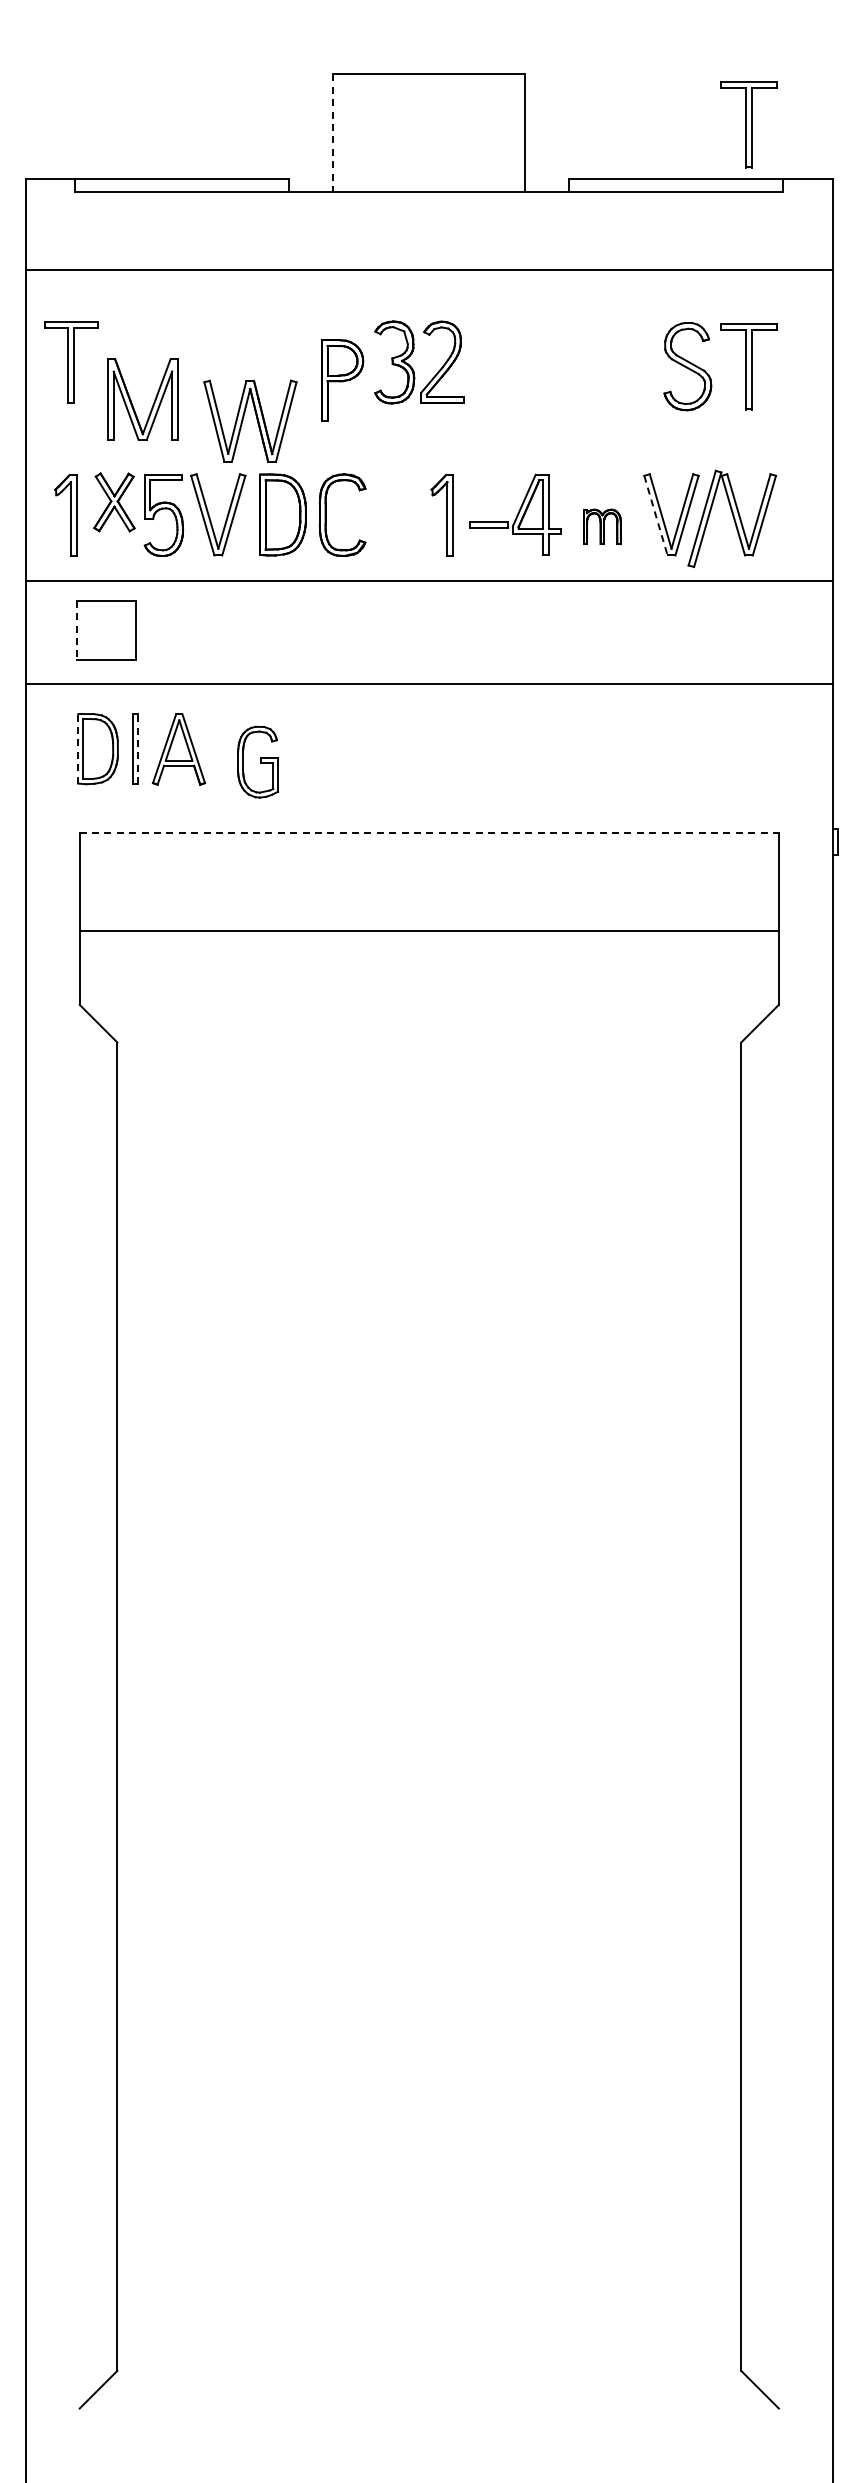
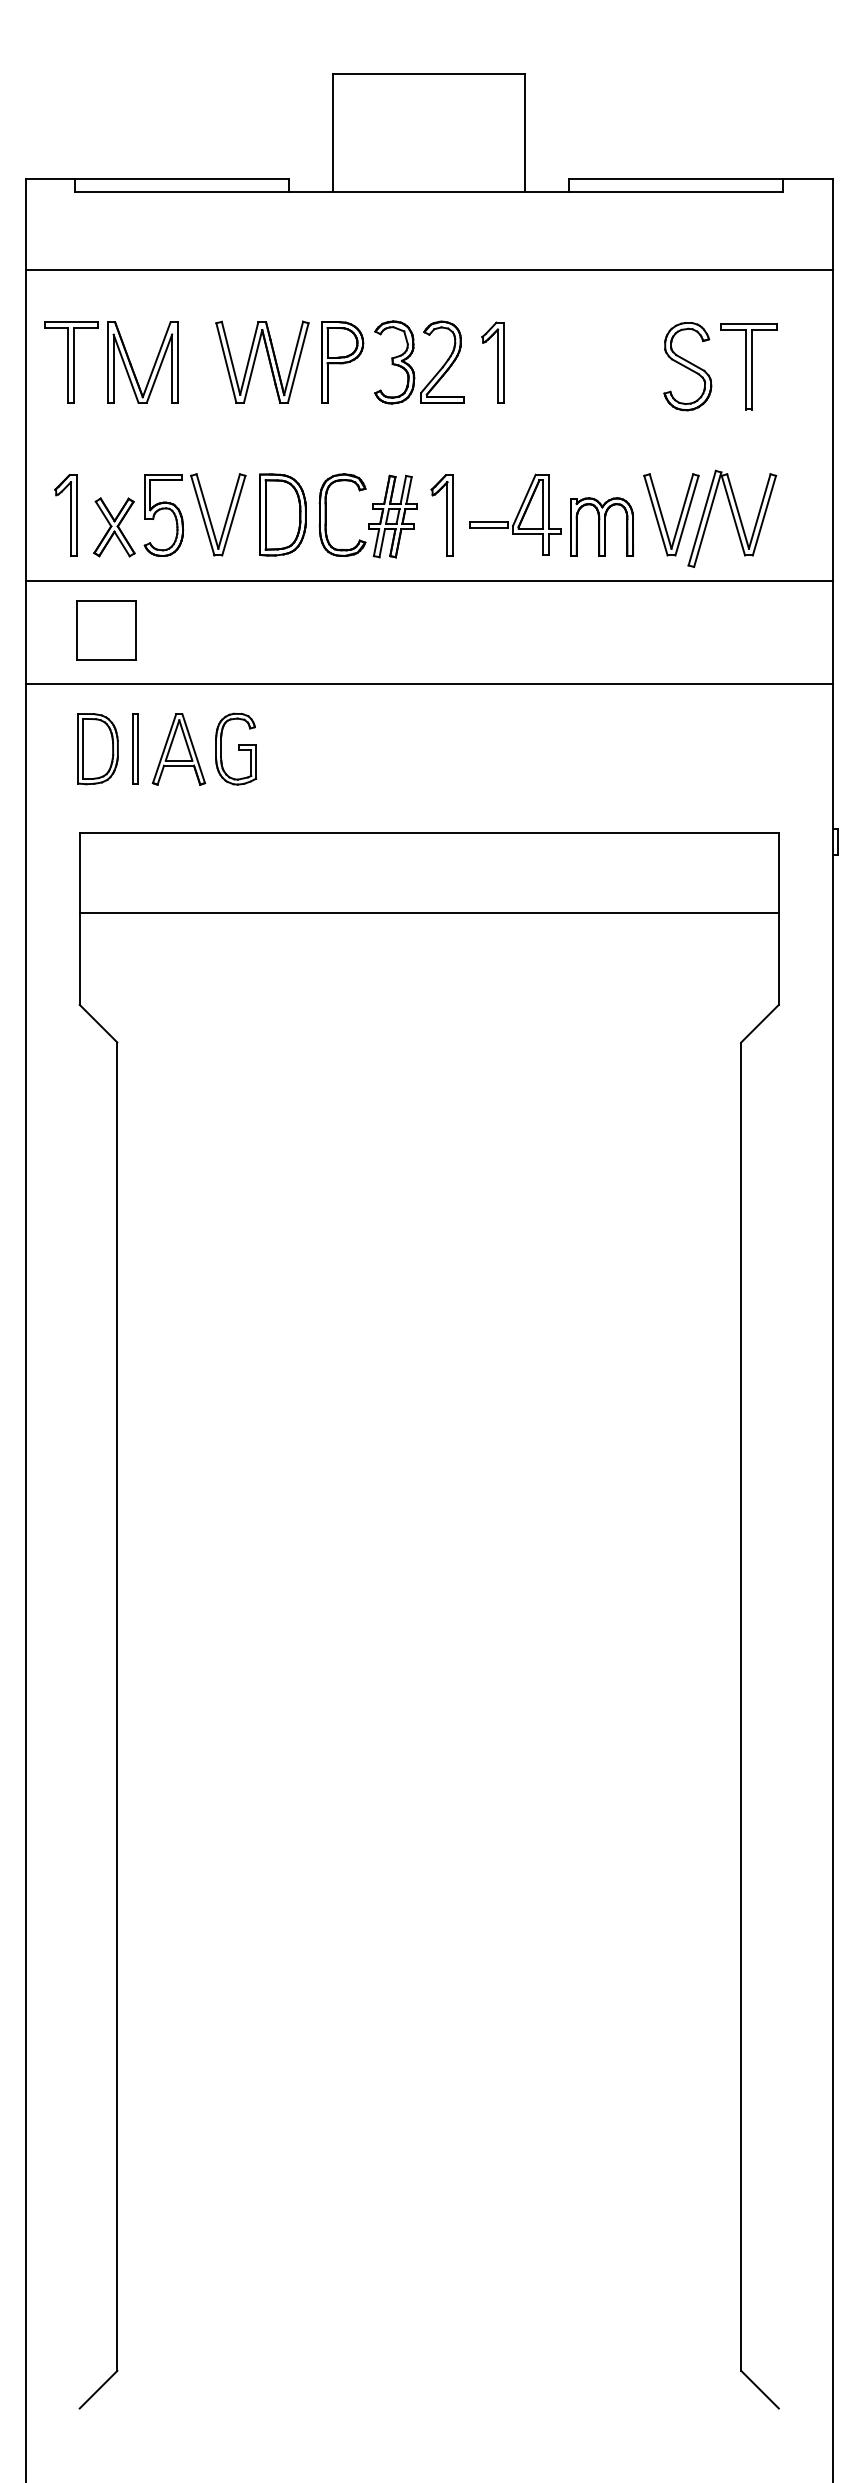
part at (748, 124): present -> none
line at (333, 133): dashed -> solid
part at (492, 362): none -> present
part at (342, 380) position: (342, 380) -> (342, 362)
part at (132, 402) position: (132, 402) -> (132, 365)
part at (256, 419) position: (256, 419) -> (268, 360)
part at (114, 502) position: (114, 502) -> (114, 527)
part at (392, 516): none -> present
line at (656, 516): dashed -> solid
part at (602, 526) size: 39x37 px -> 65x60 px
line at (76, 630): dashed -> solid
line at (78, 748): dashed -> solid
line at (137, 749): dashed -> solid
part at (258, 761) position: (258, 761) -> (236, 748)
line at (429, 832): dashed -> solid
line at (428, 931) position: (428, 931) -> (428, 913)
